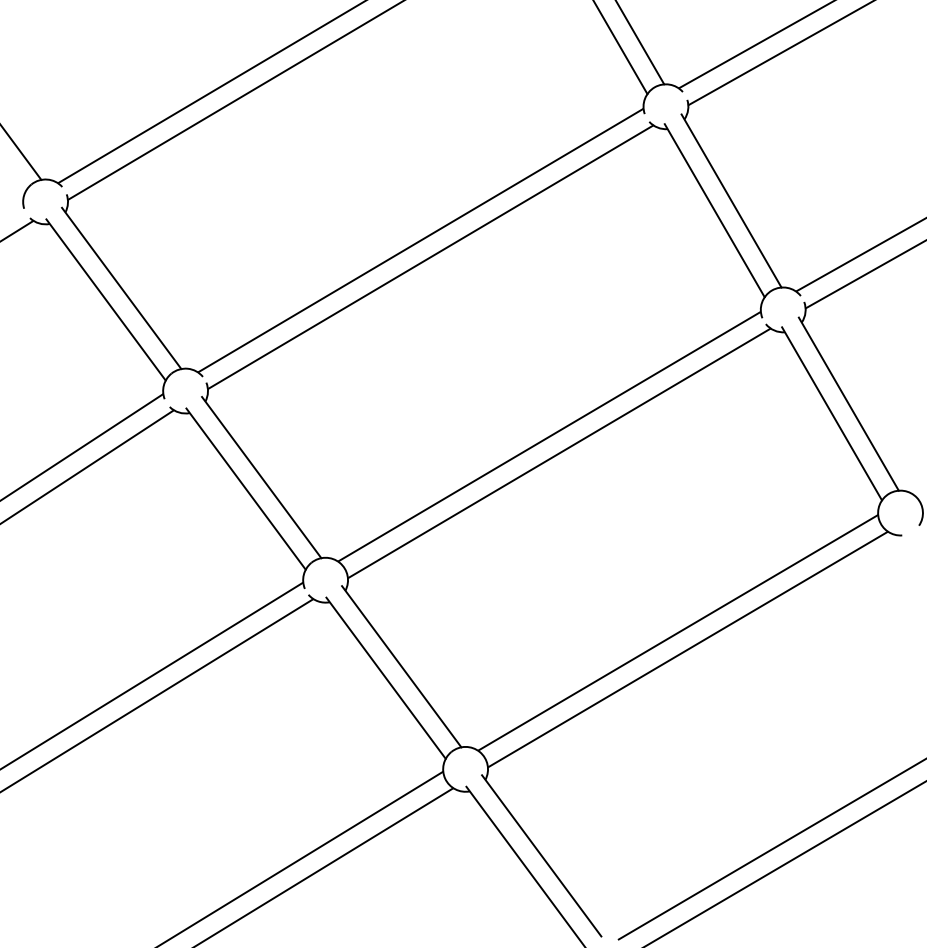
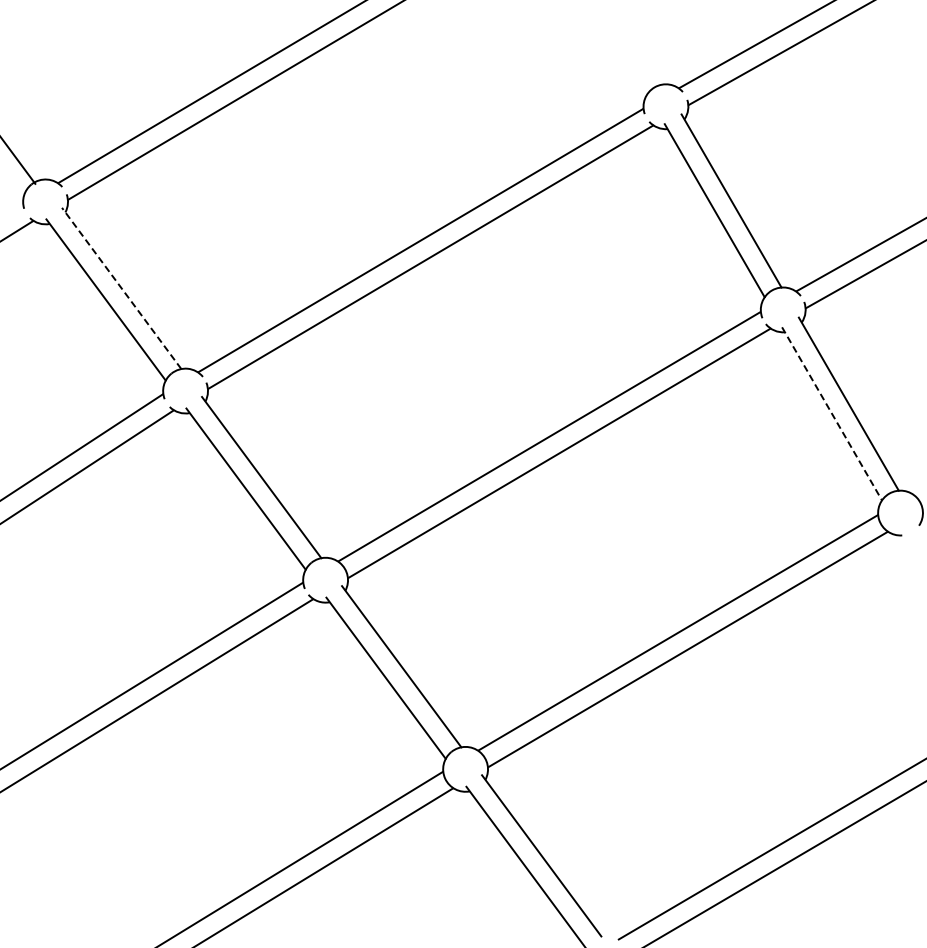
line at (640, 43): present -> none
line at (620, 48): present -> none
line at (21, 153) position: (21, 153) -> (18, 161)
line at (121, 288): solid -> dashed
line at (832, 413): solid -> dashed
